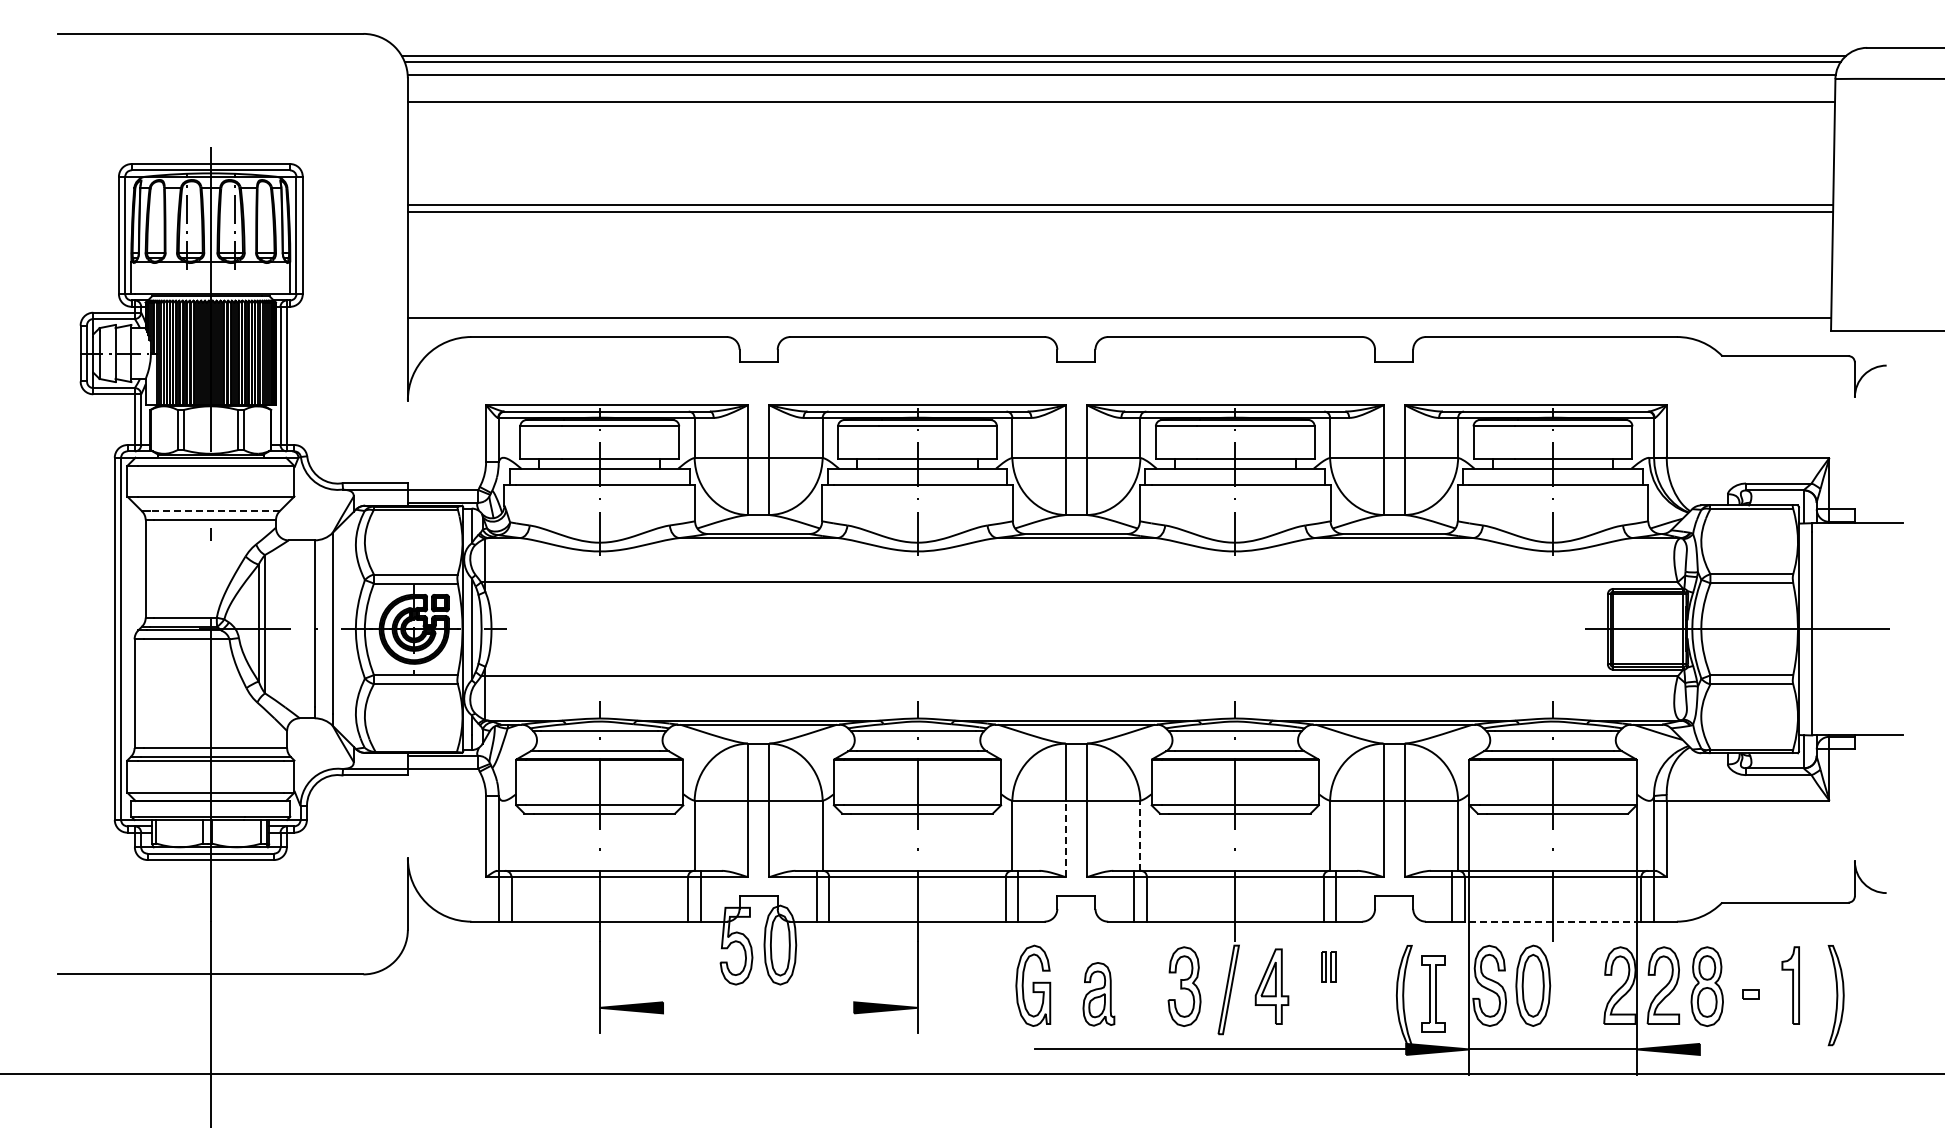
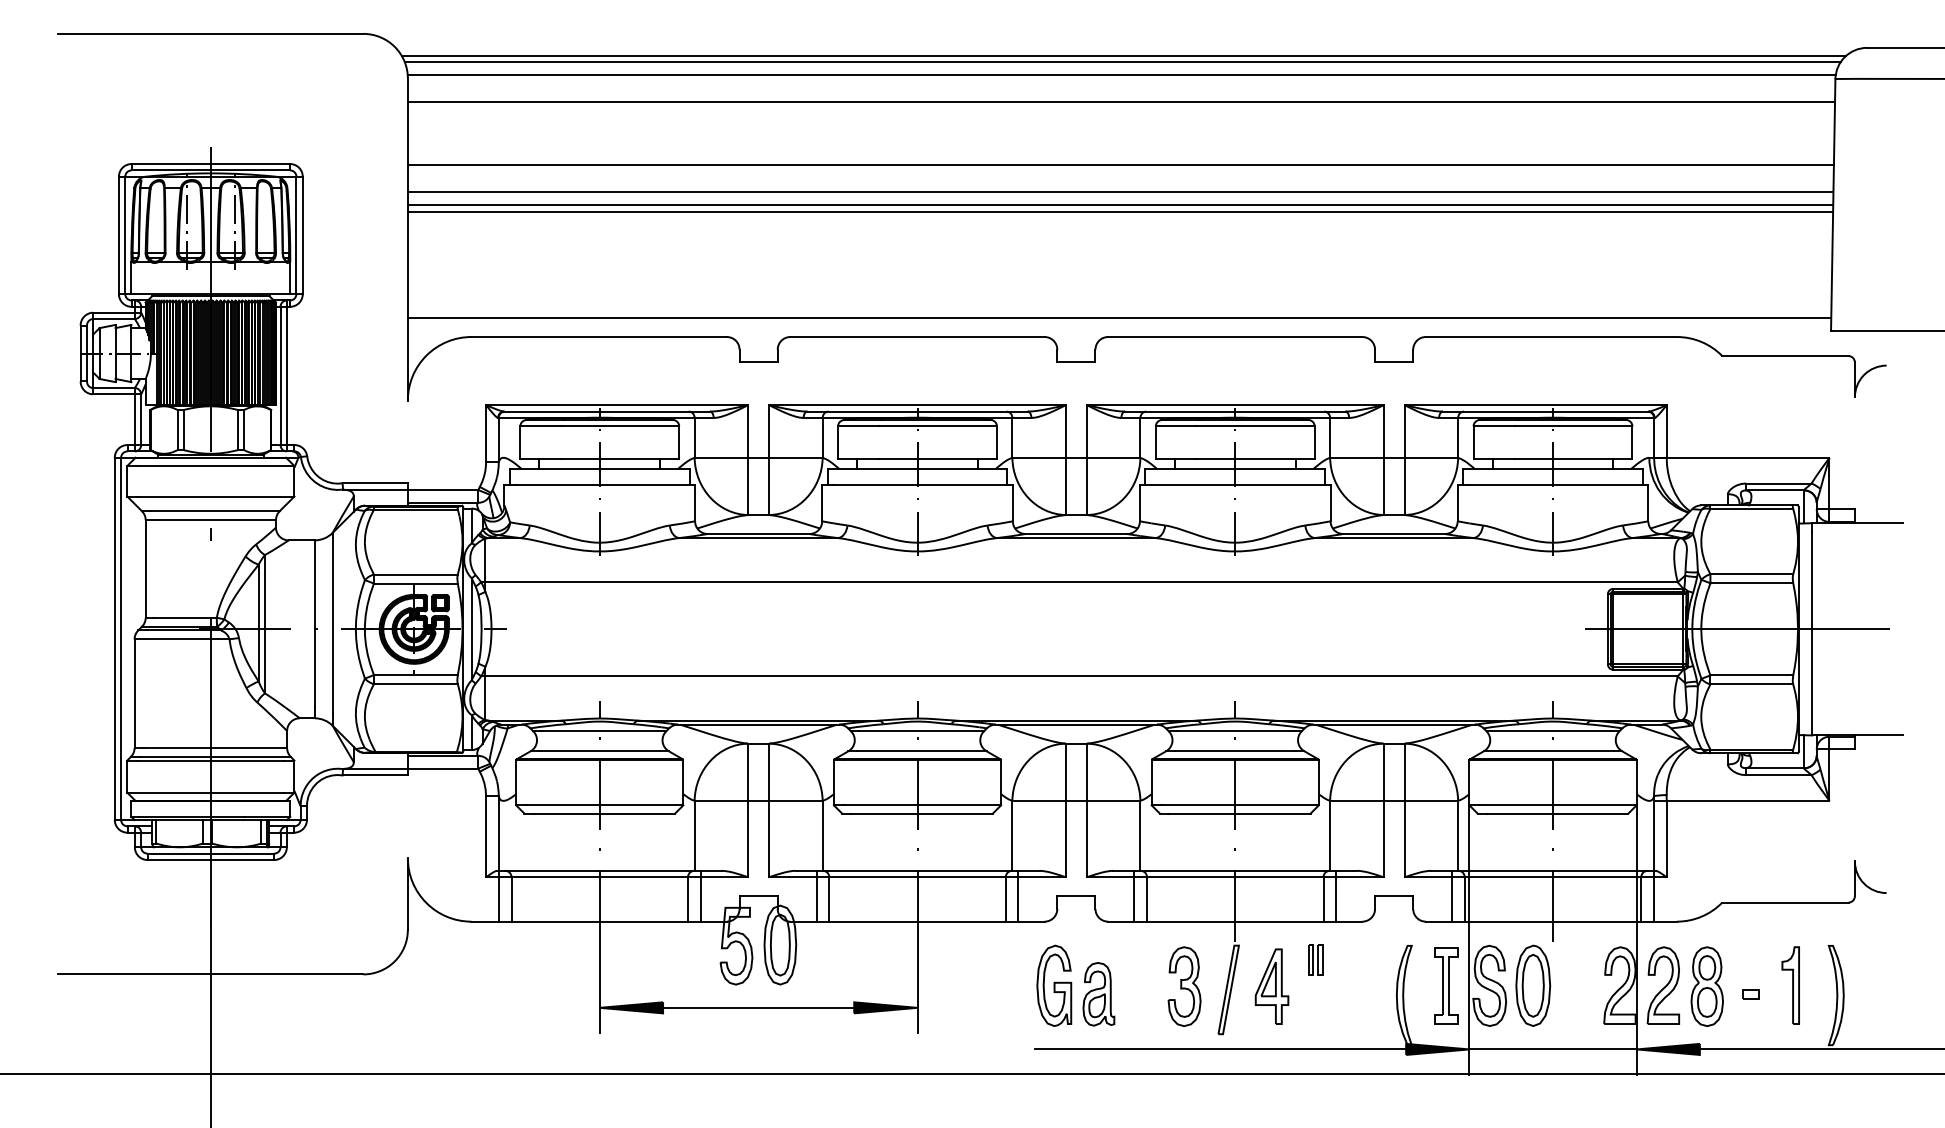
line at (1120, 165): none -> present
line at (1120, 192): none -> present
line at (215, 511): dashed -> solid
line at (1140, 835): dashed -> solid
line at (1065, 838): dashed -> solid
line at (1552, 921): dashed -> solid
part at (1328, 966) position: (1328, 966) -> (1315, 959)
part at (1033, 985) position: (1033, 985) -> (1054, 985)
part at (1433, 993) position: (1433, 993) -> (1446, 985)
line at (758, 1007): none -> present
line at (1820, 1049): none -> present
